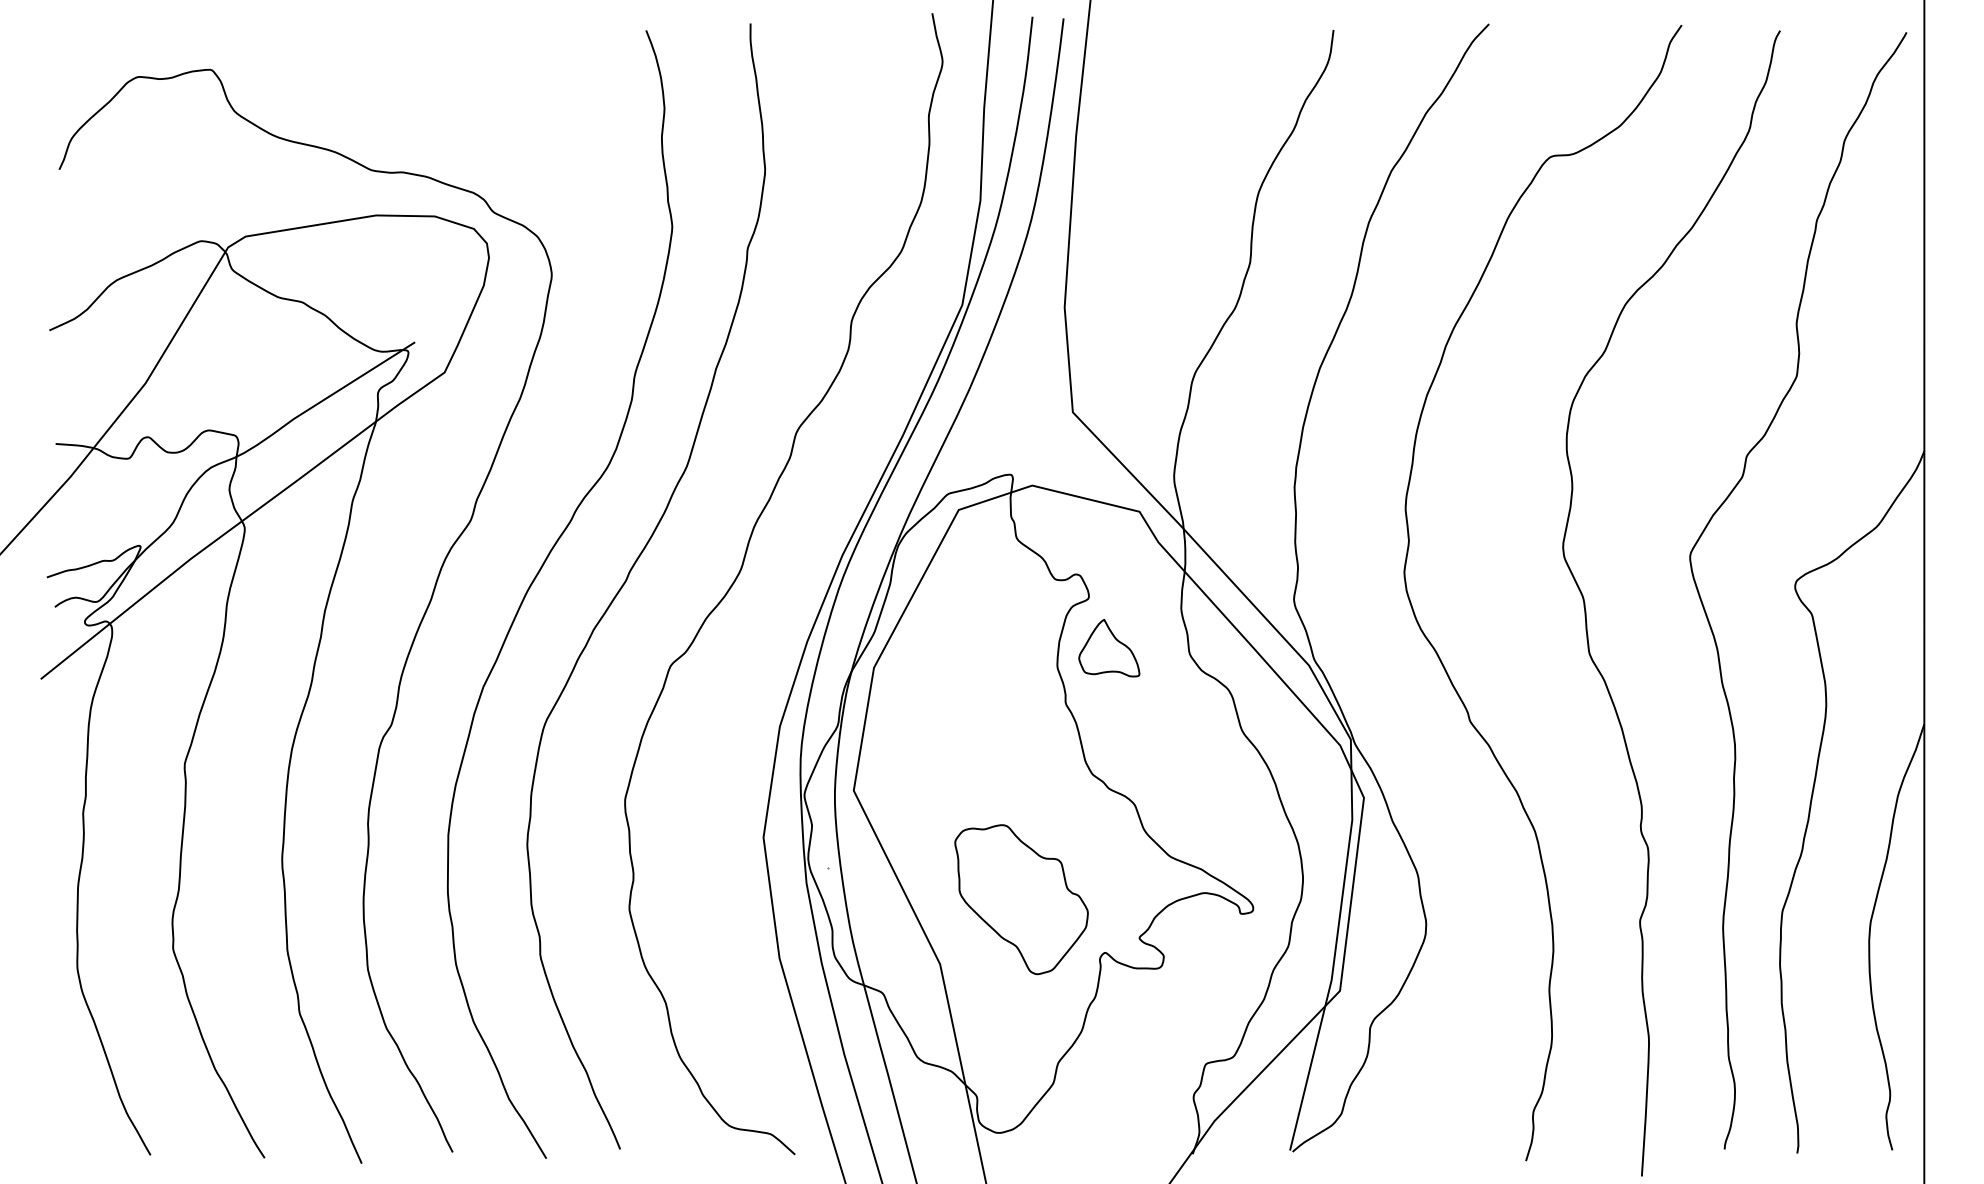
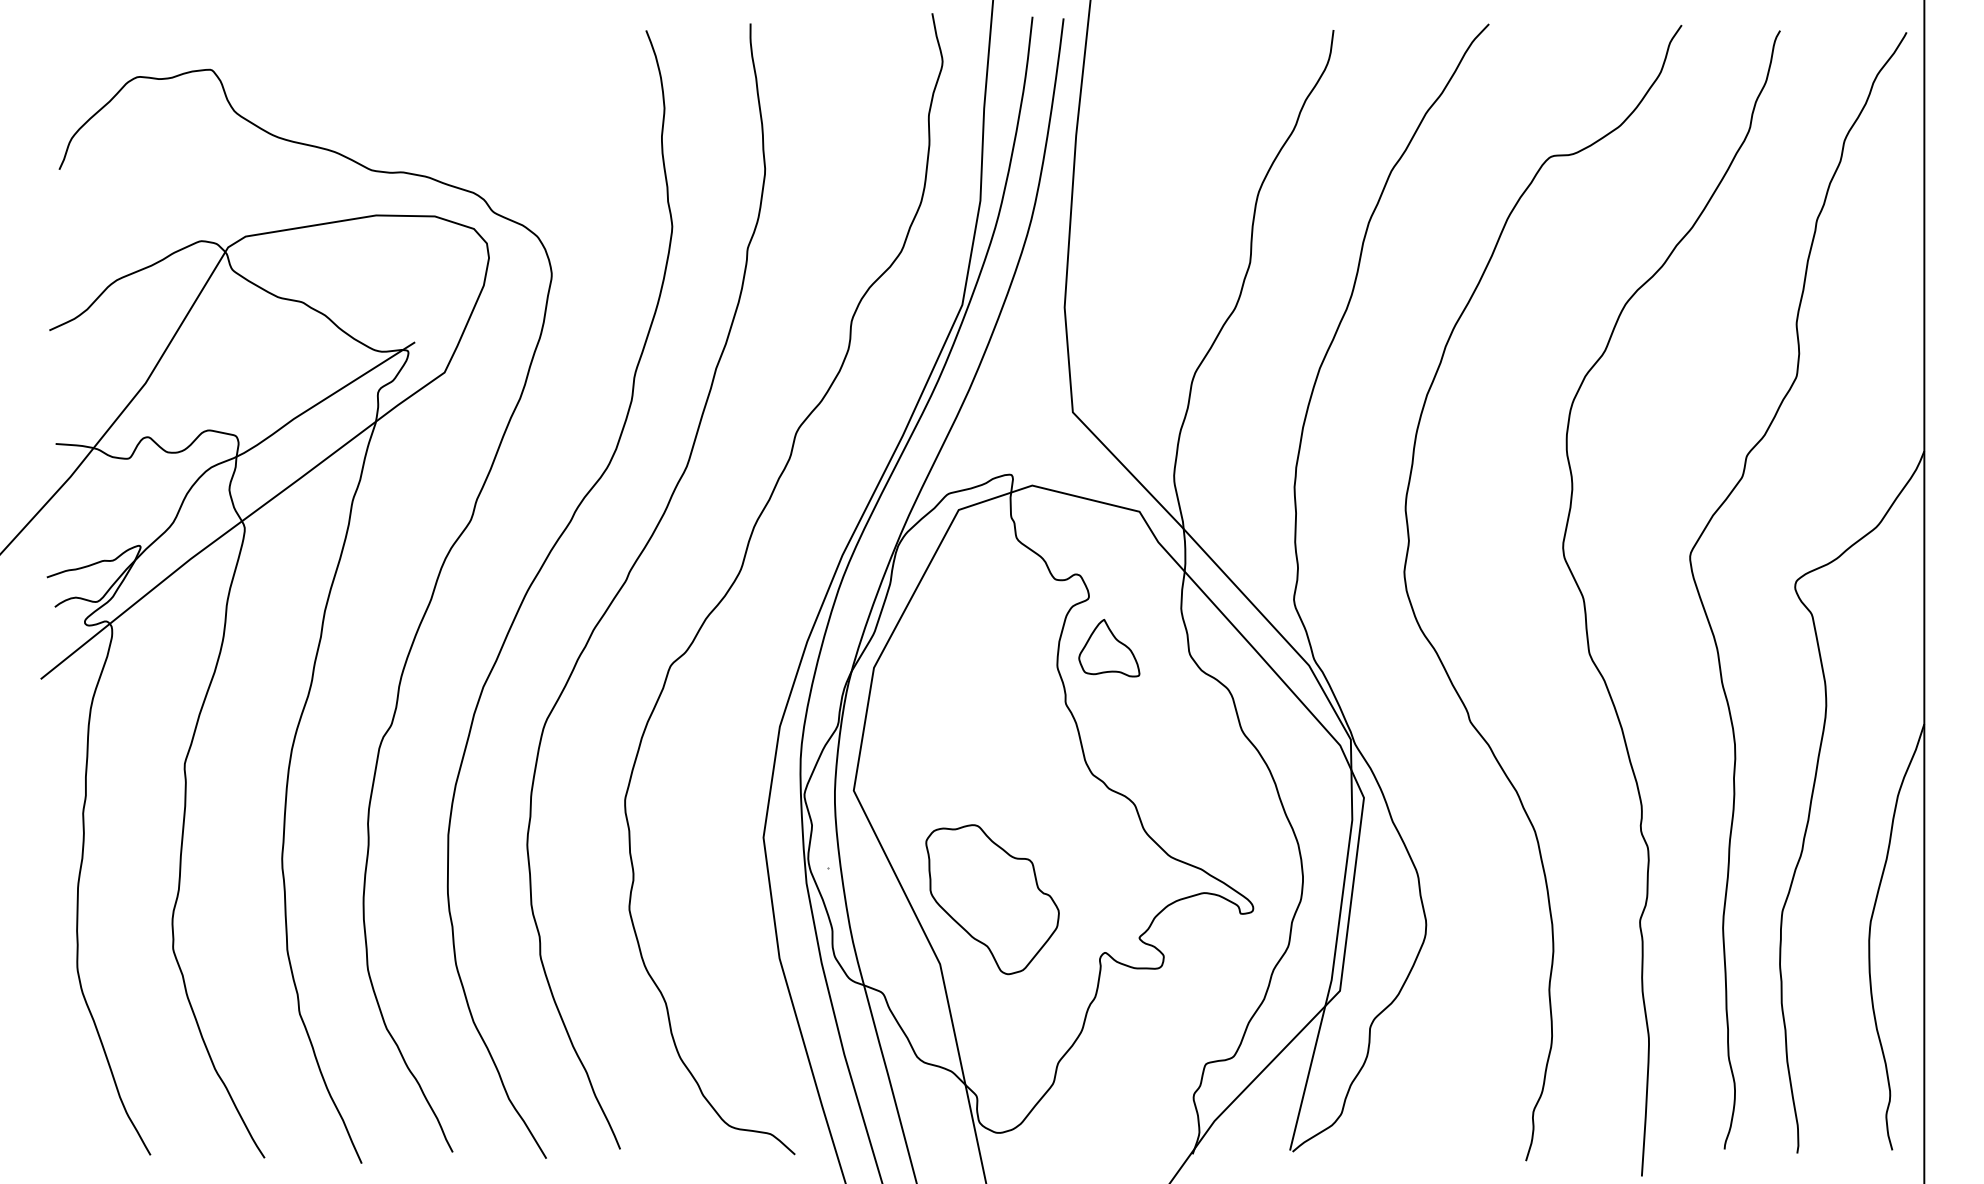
part at (1021, 899) position: (1021, 899) -> (992, 899)
